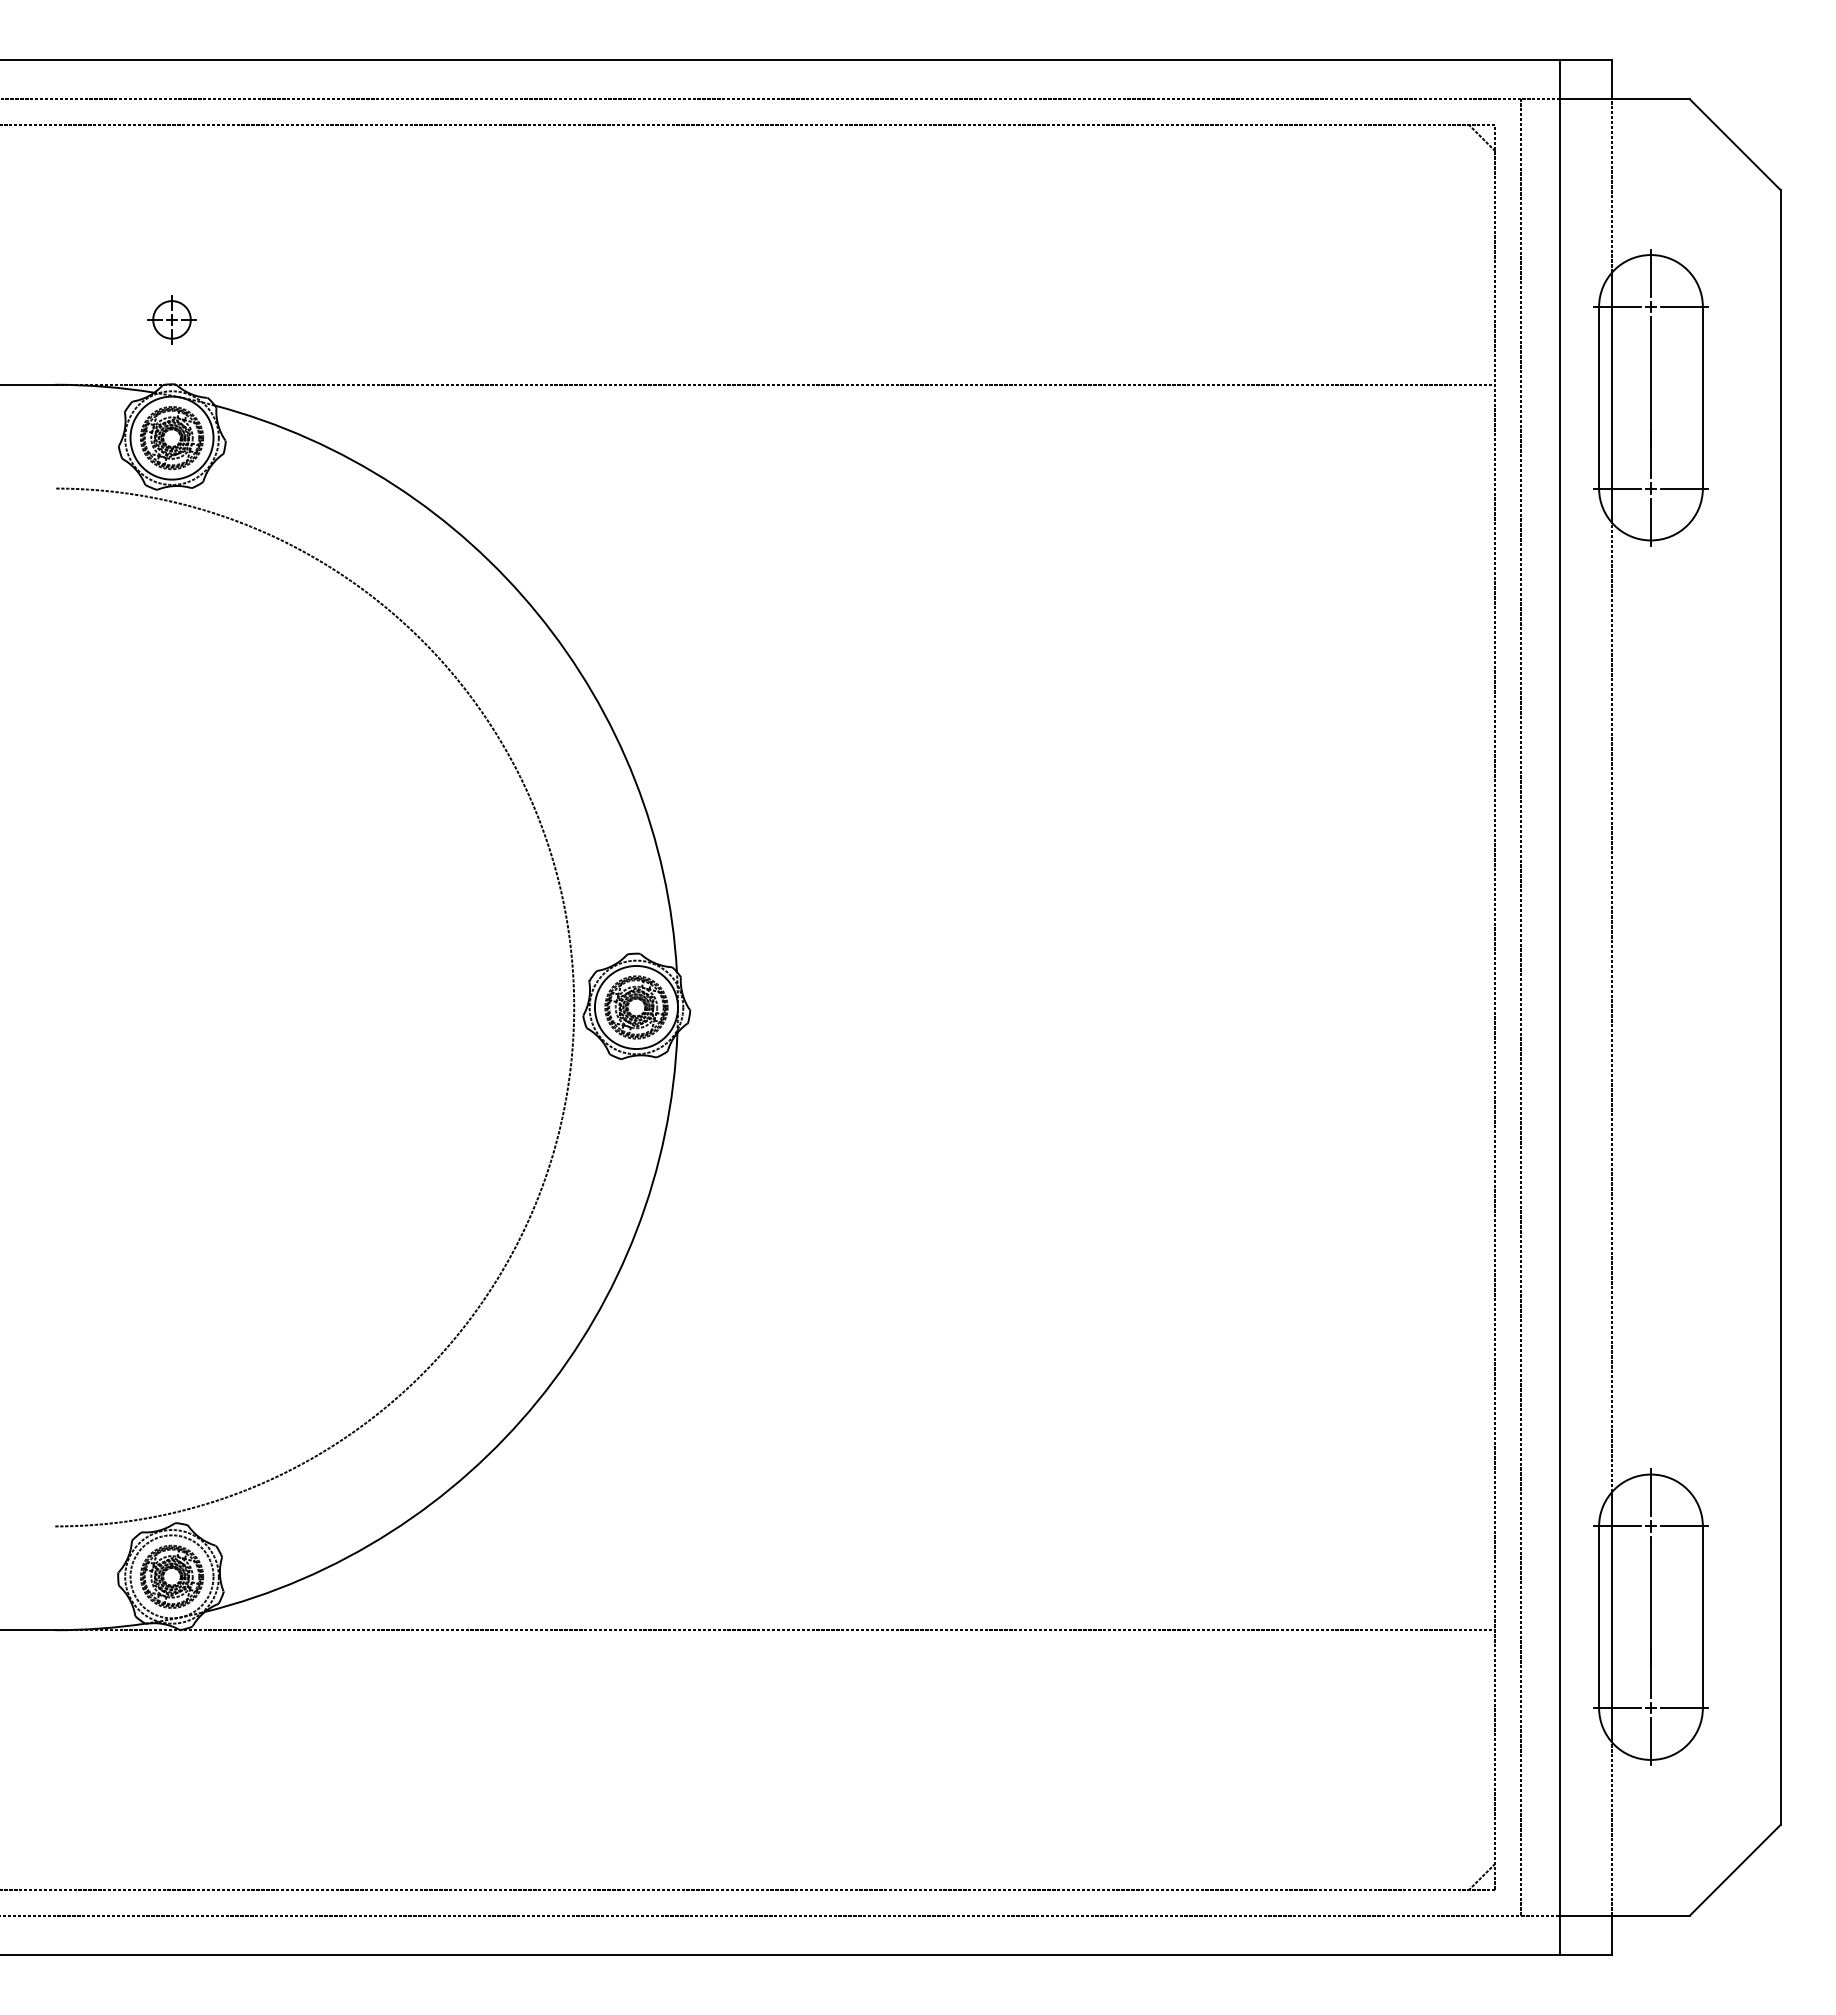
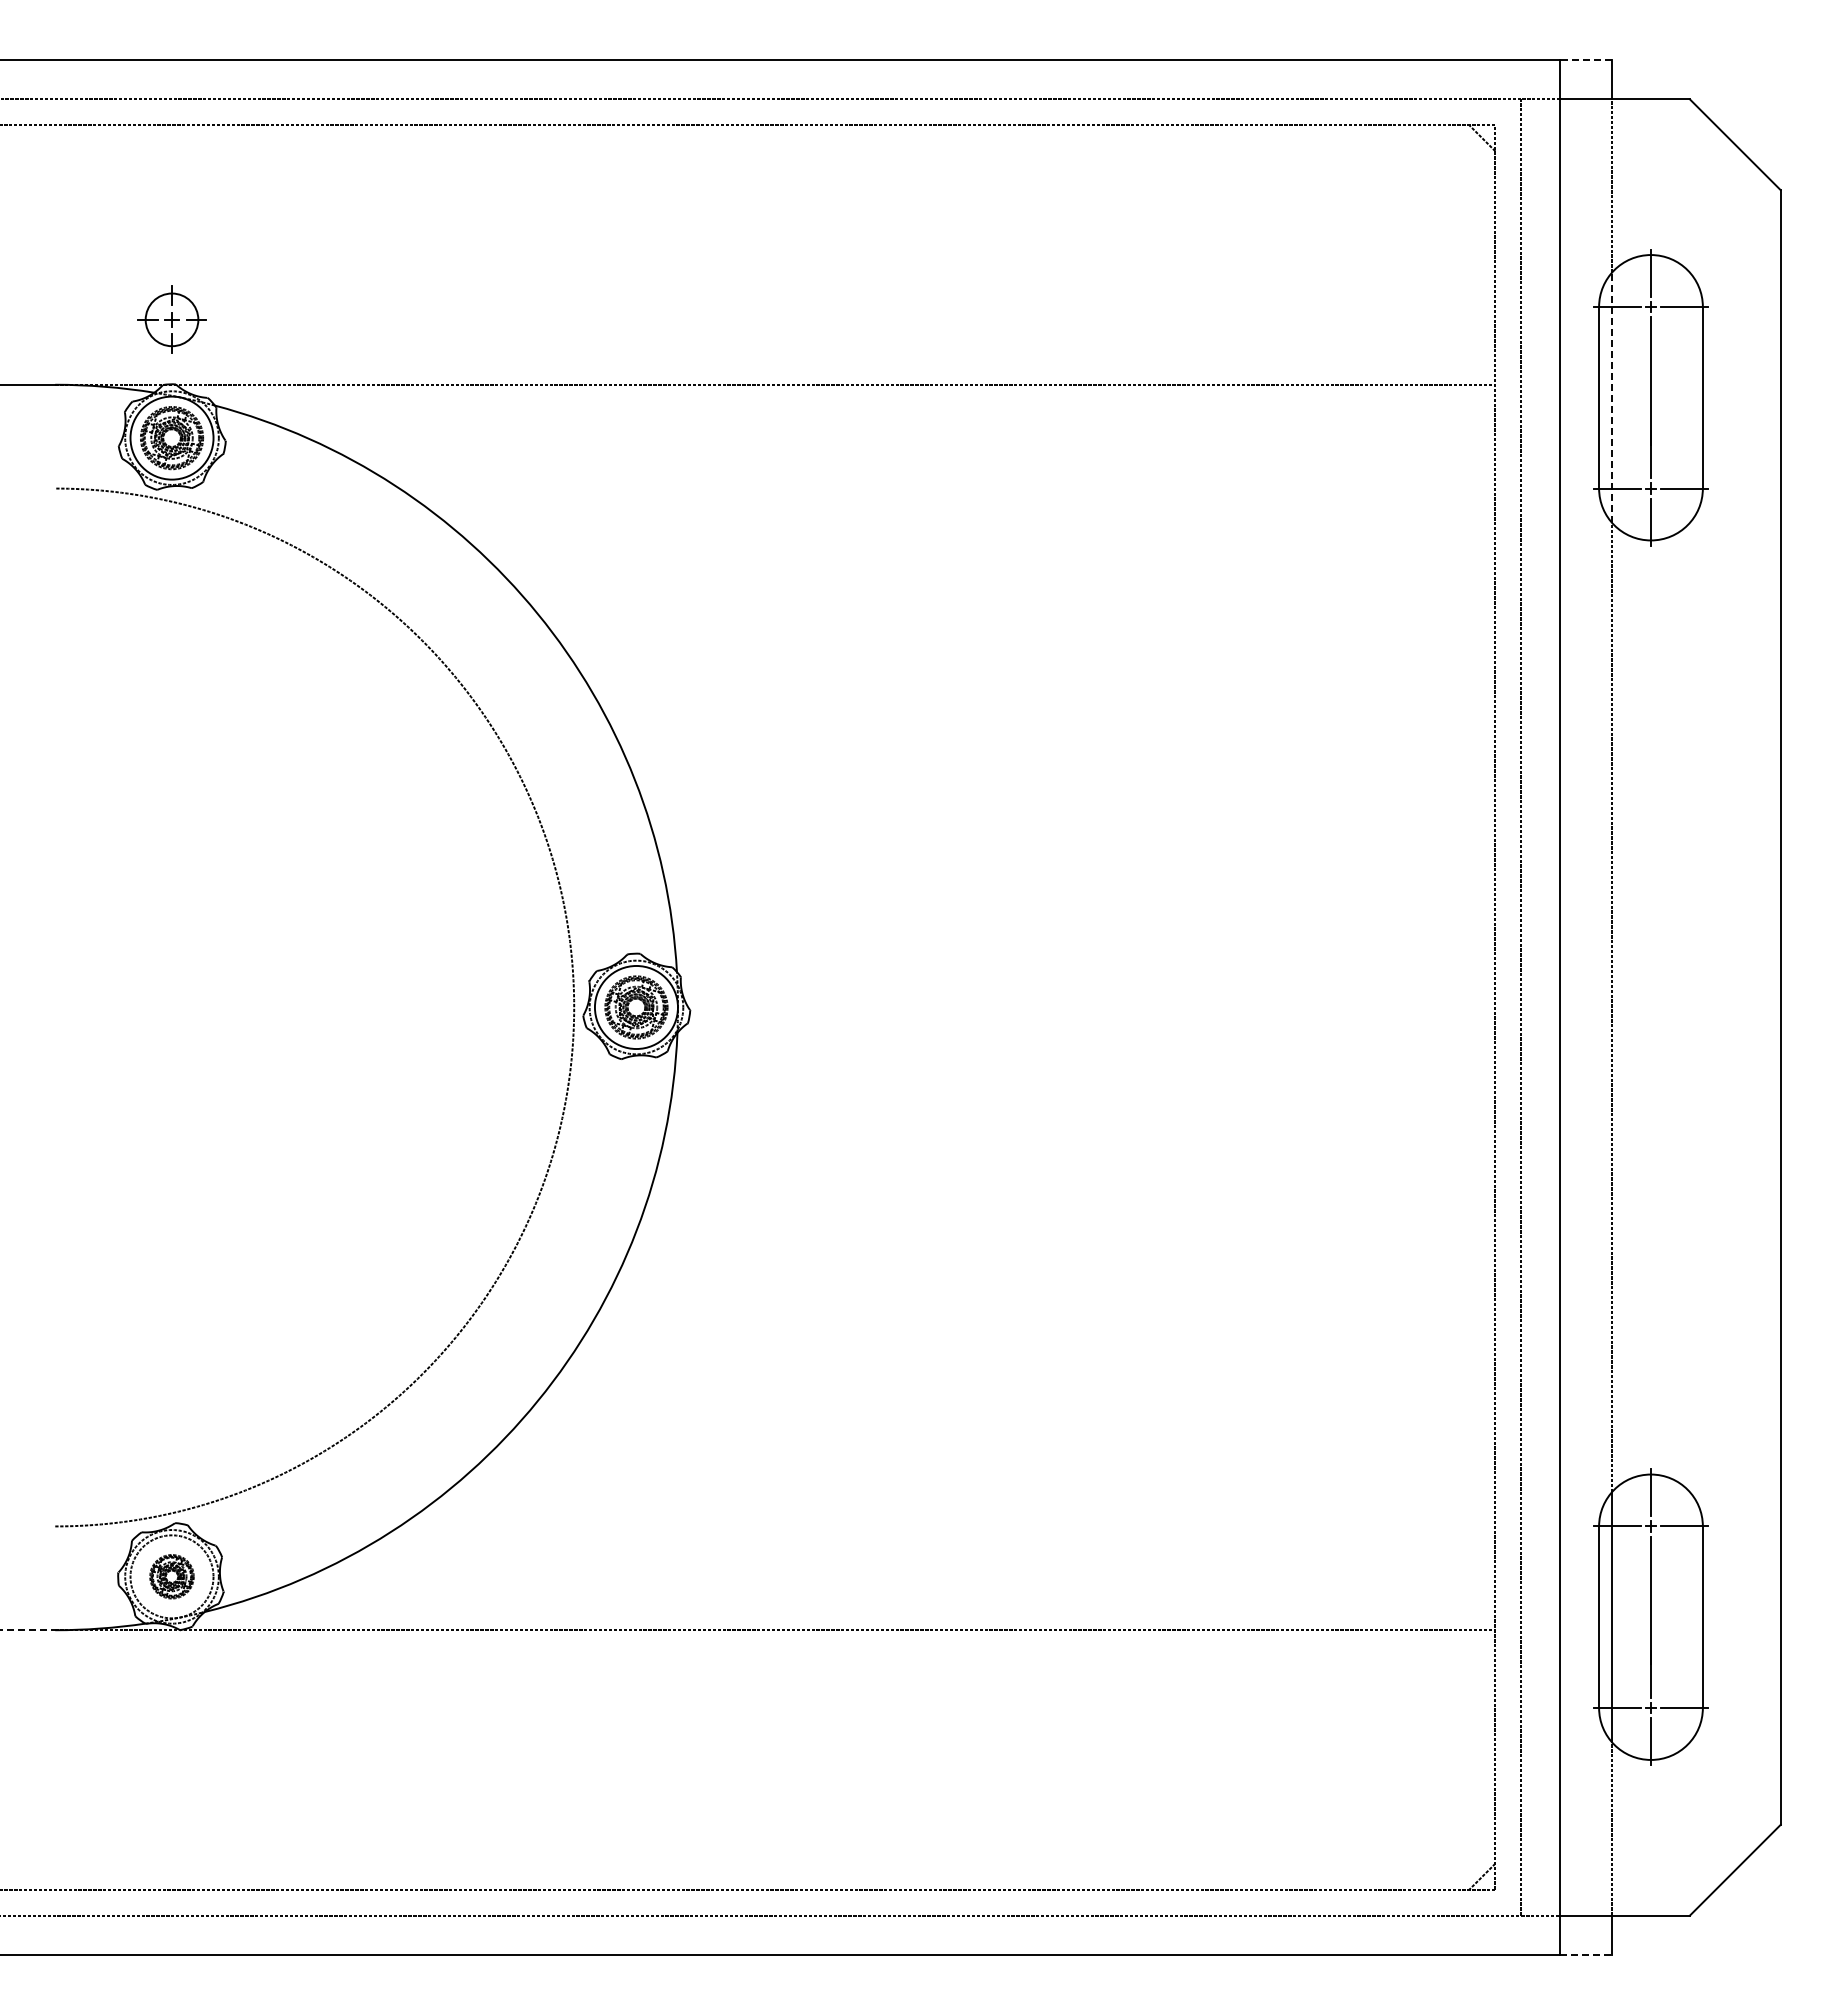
line at (1586, 60): solid -> dashed
part at (171, 319) size: 50x50 px -> 70x69 px
line at (1612, 397): solid -> dashed
part at (171, 1576) size: 64x65 px -> 46x46 px
line at (28, 1630): solid -> dashed
line at (1586, 1954): solid -> dashed
